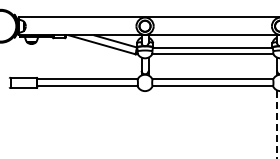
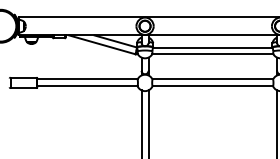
line at (141, 122): none -> present
line at (148, 122): none -> present
line at (277, 124): dashed -> solid
